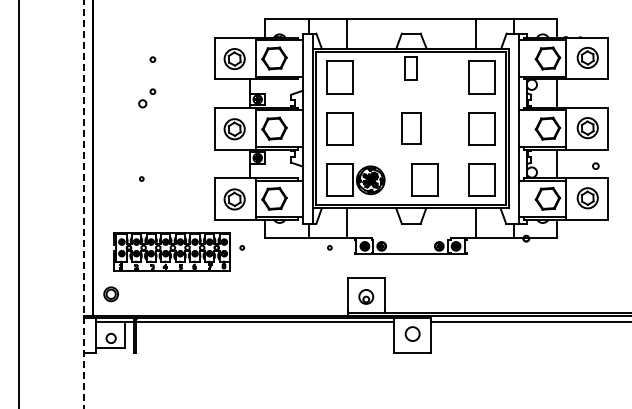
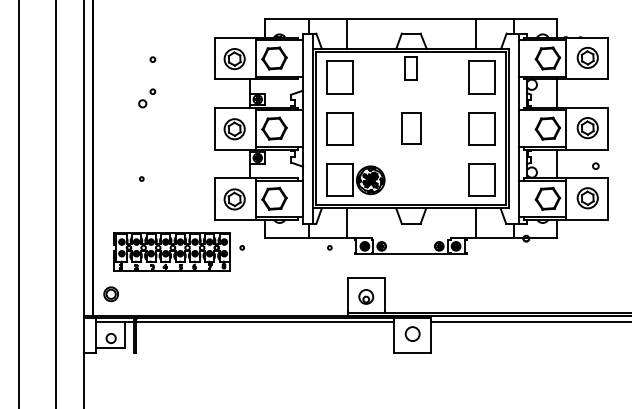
part at (424, 179): present -> none
line at (56, 203): none -> present
line at (83, 204): dashed -> solid
